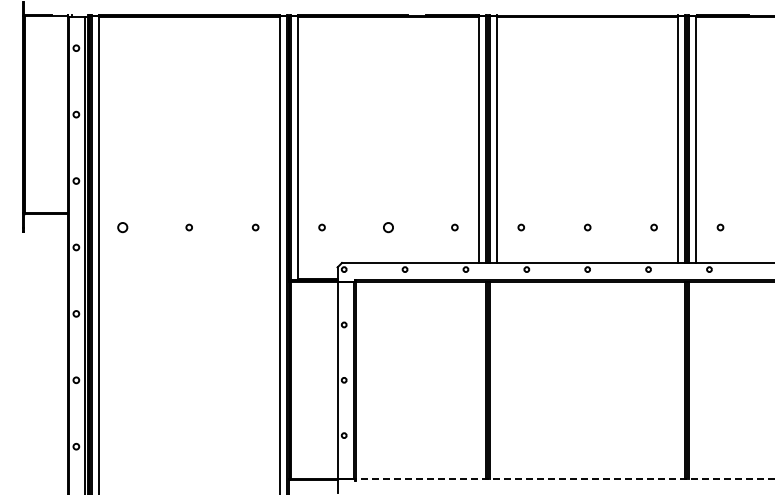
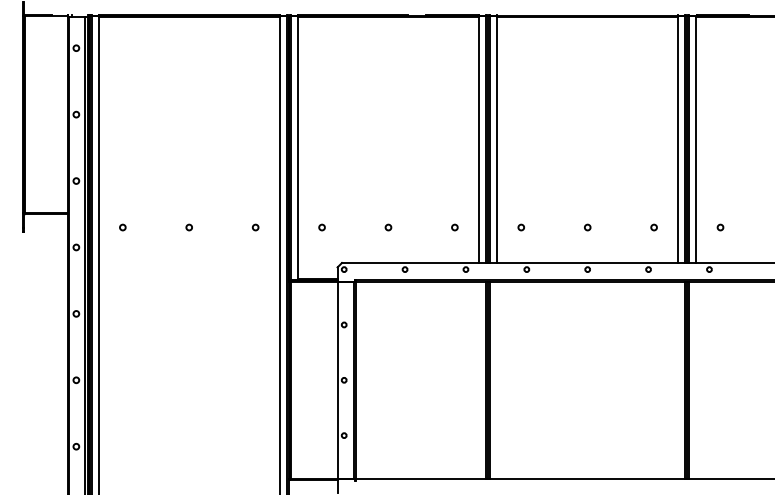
circle at (122, 227) size: 12x12 px -> 8x9 px
circle at (388, 227) size: 11x12 px -> 9x9 px
line at (564, 479): dashed -> solid
